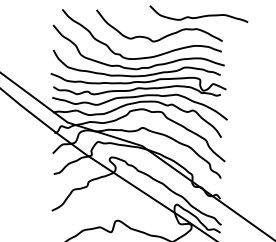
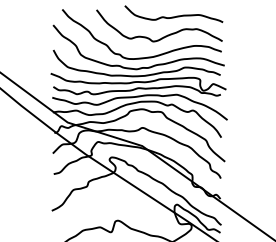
curve at (198, 16) position: (198, 16) -> (173, 16)
